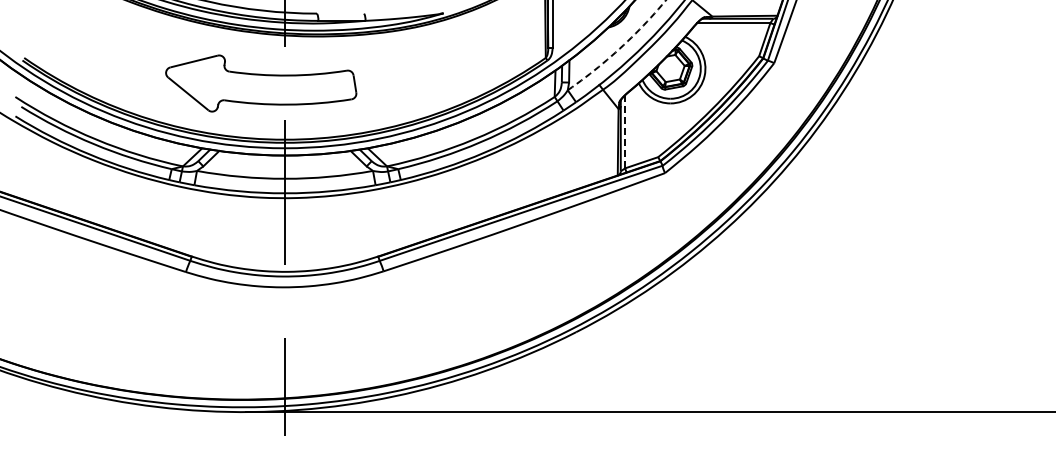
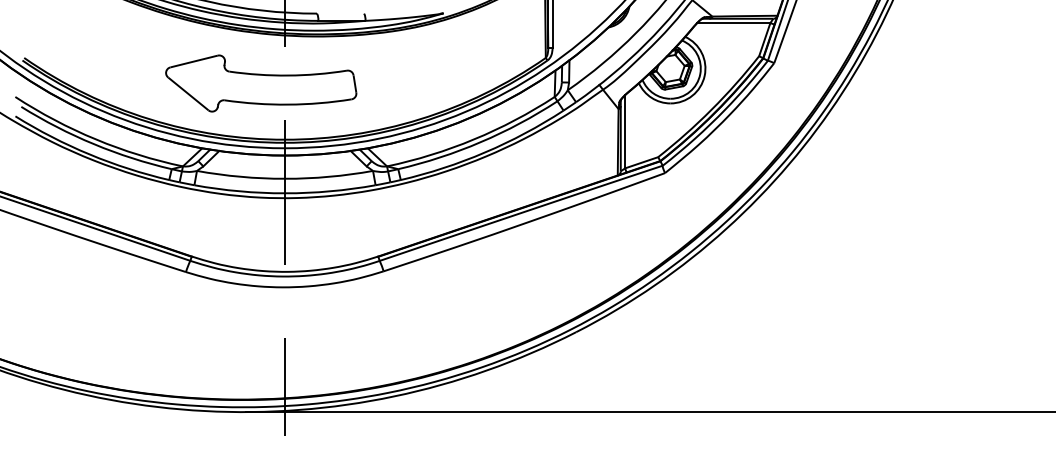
arc at (620, 48): dashed -> solid
line at (625, 131): dashed -> solid
